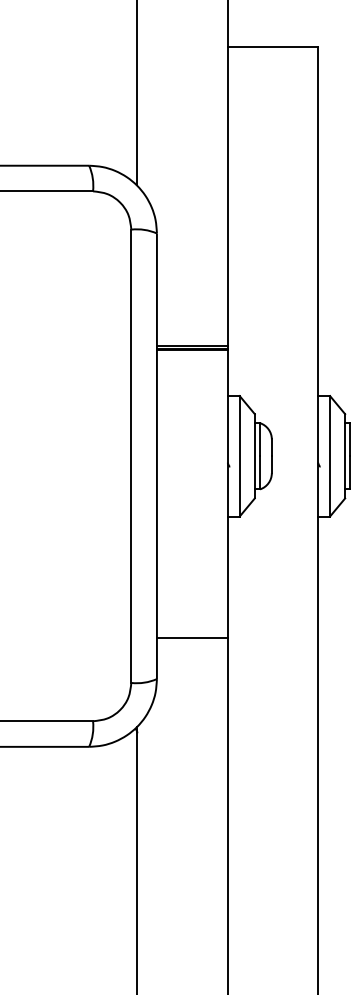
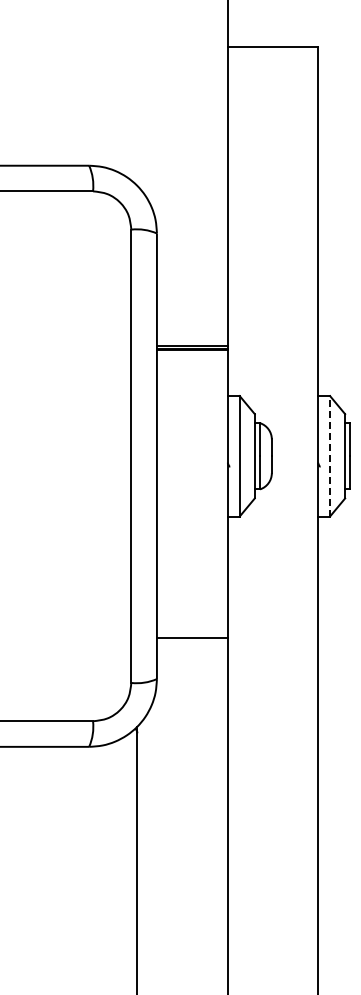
line at (137, 93): present -> none
line at (330, 455): solid -> dashed
